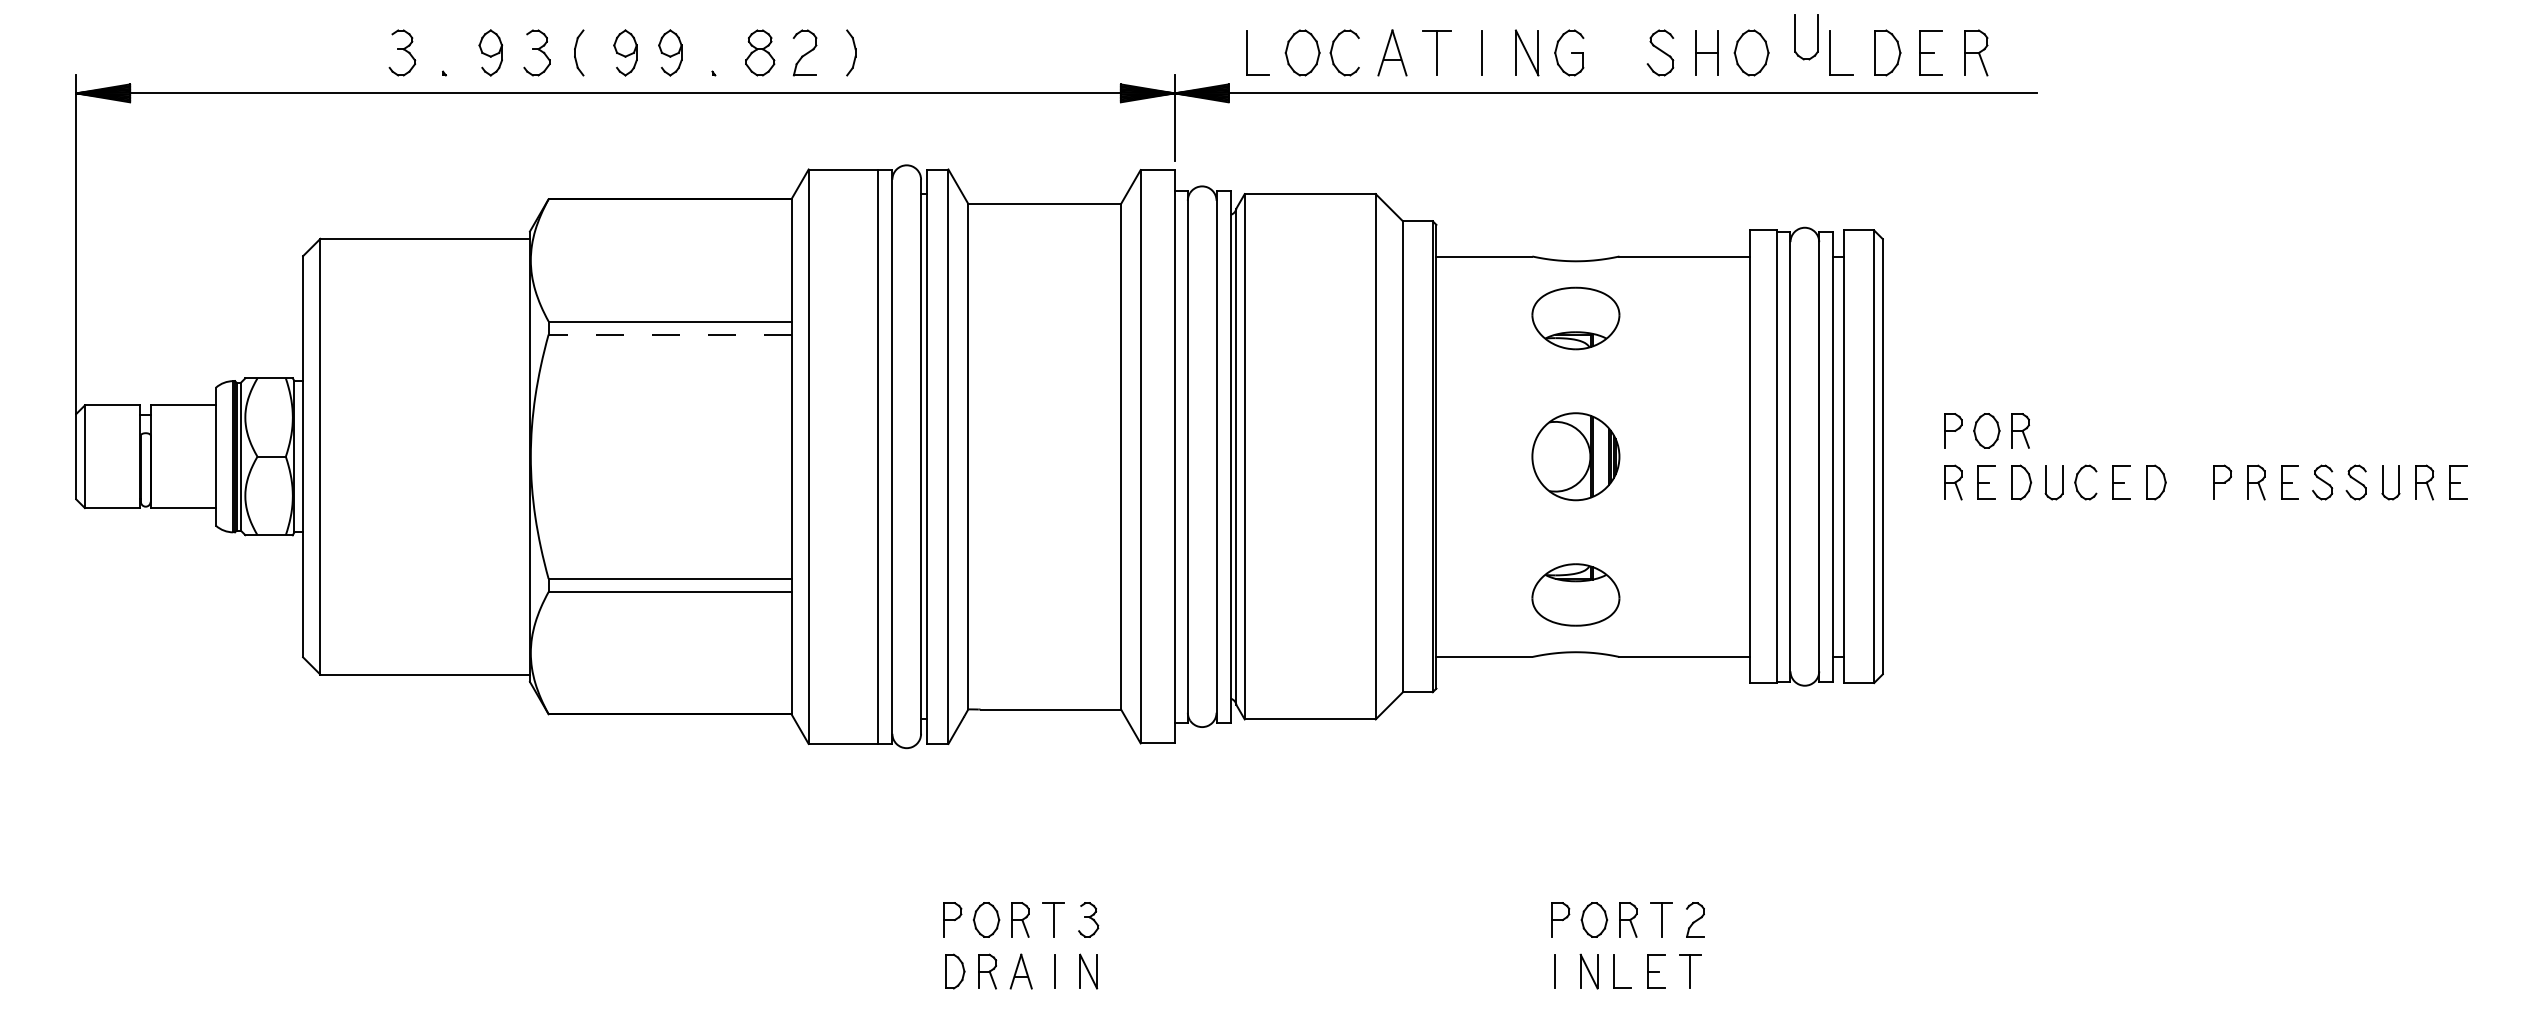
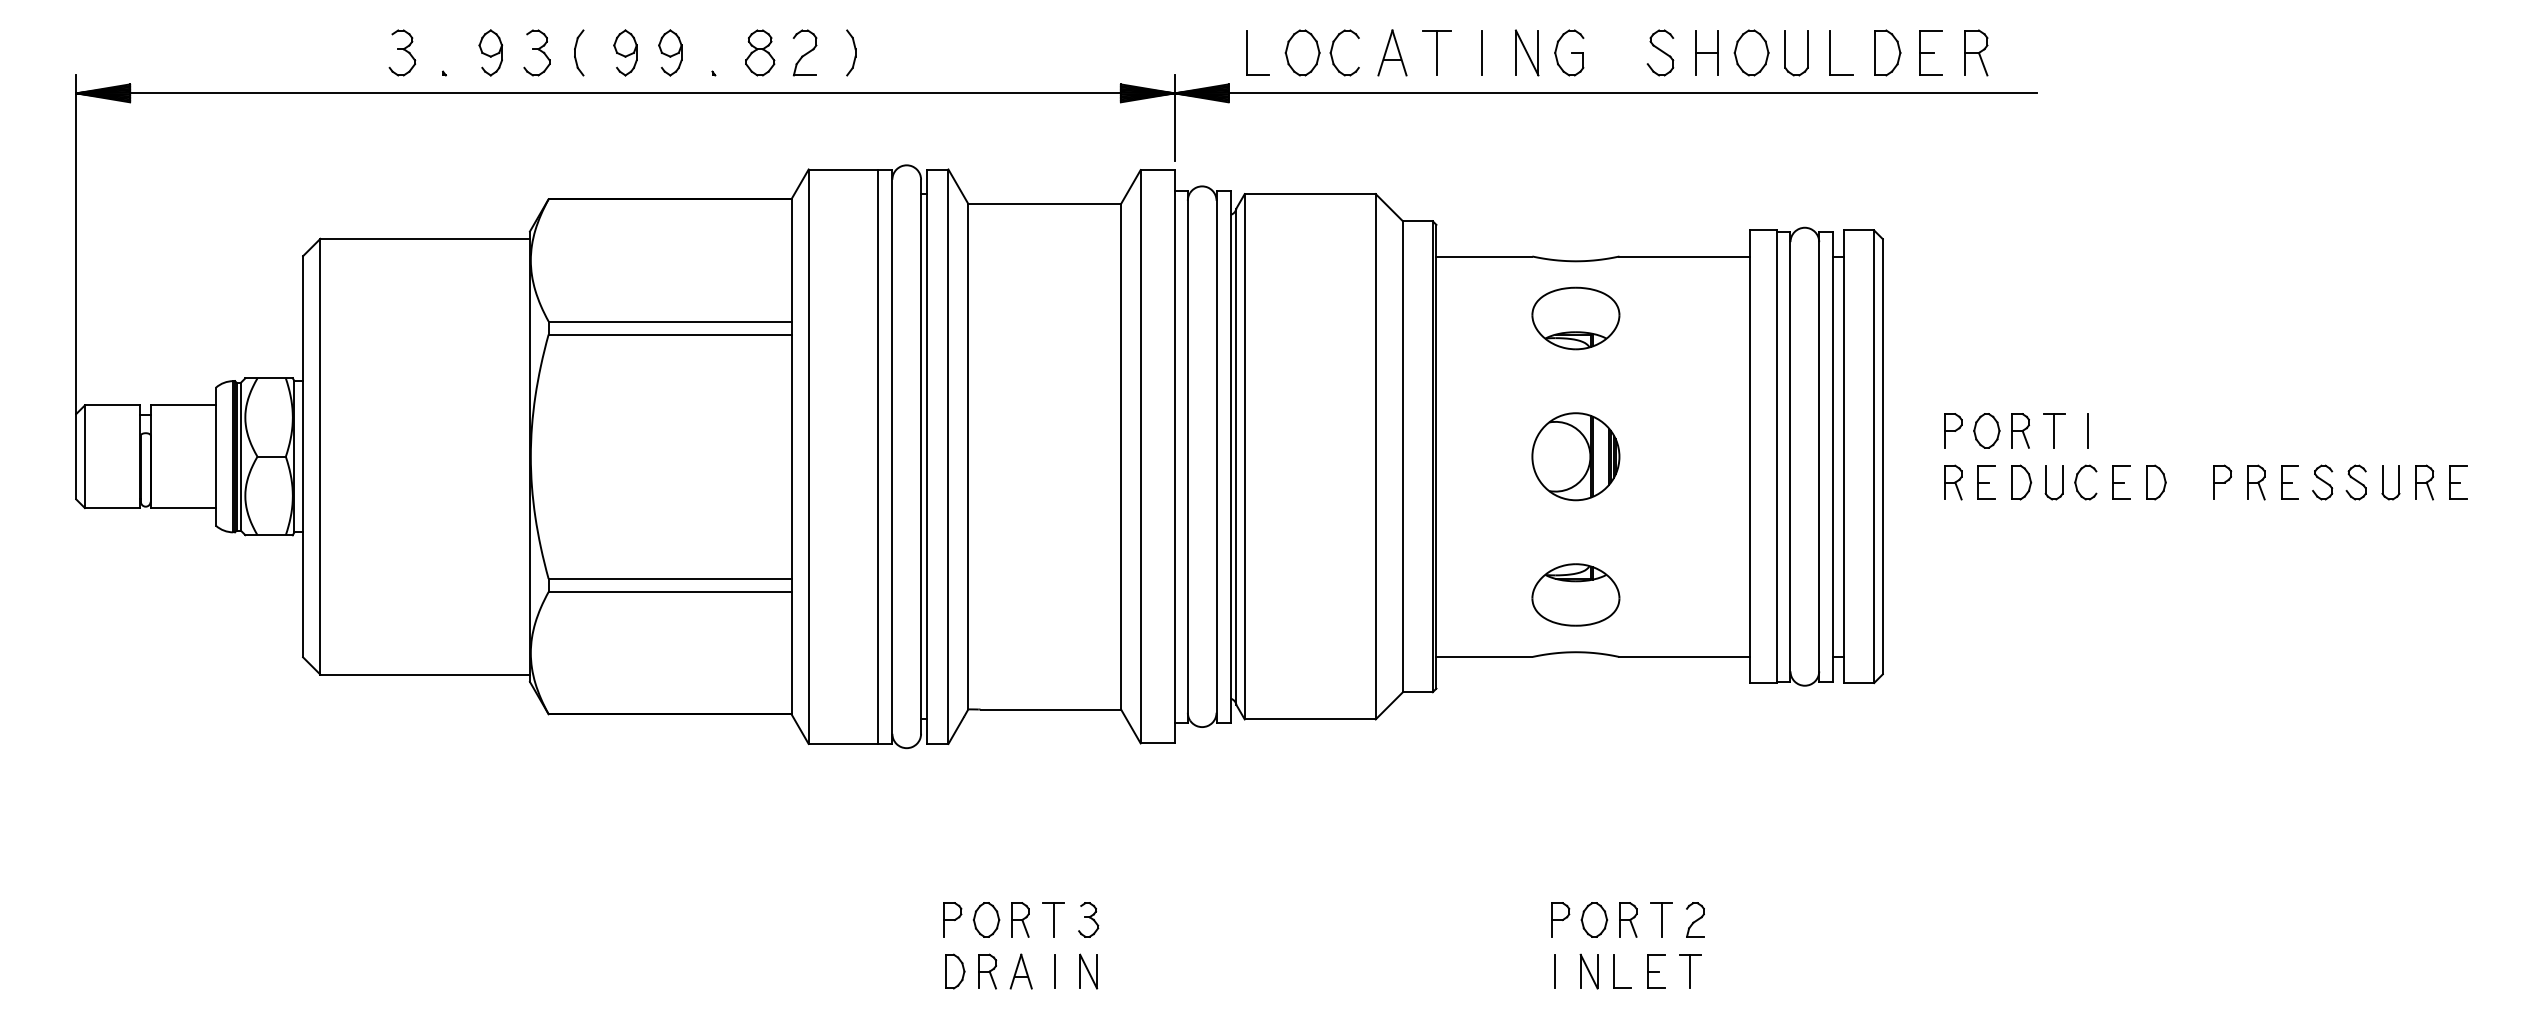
part at (1795, 37) position: (1795, 37) -> (1785, 53)
line at (669, 334): dashed -> solid
part at (2054, 430): none -> present
line at (2087, 430): none -> present
